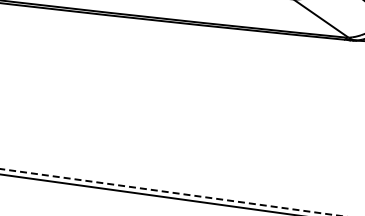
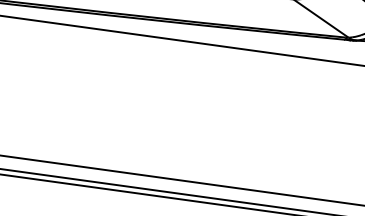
line at (181, 40): none -> present
line at (181, 180): none -> present
line at (170, 192): dashed -> solid
